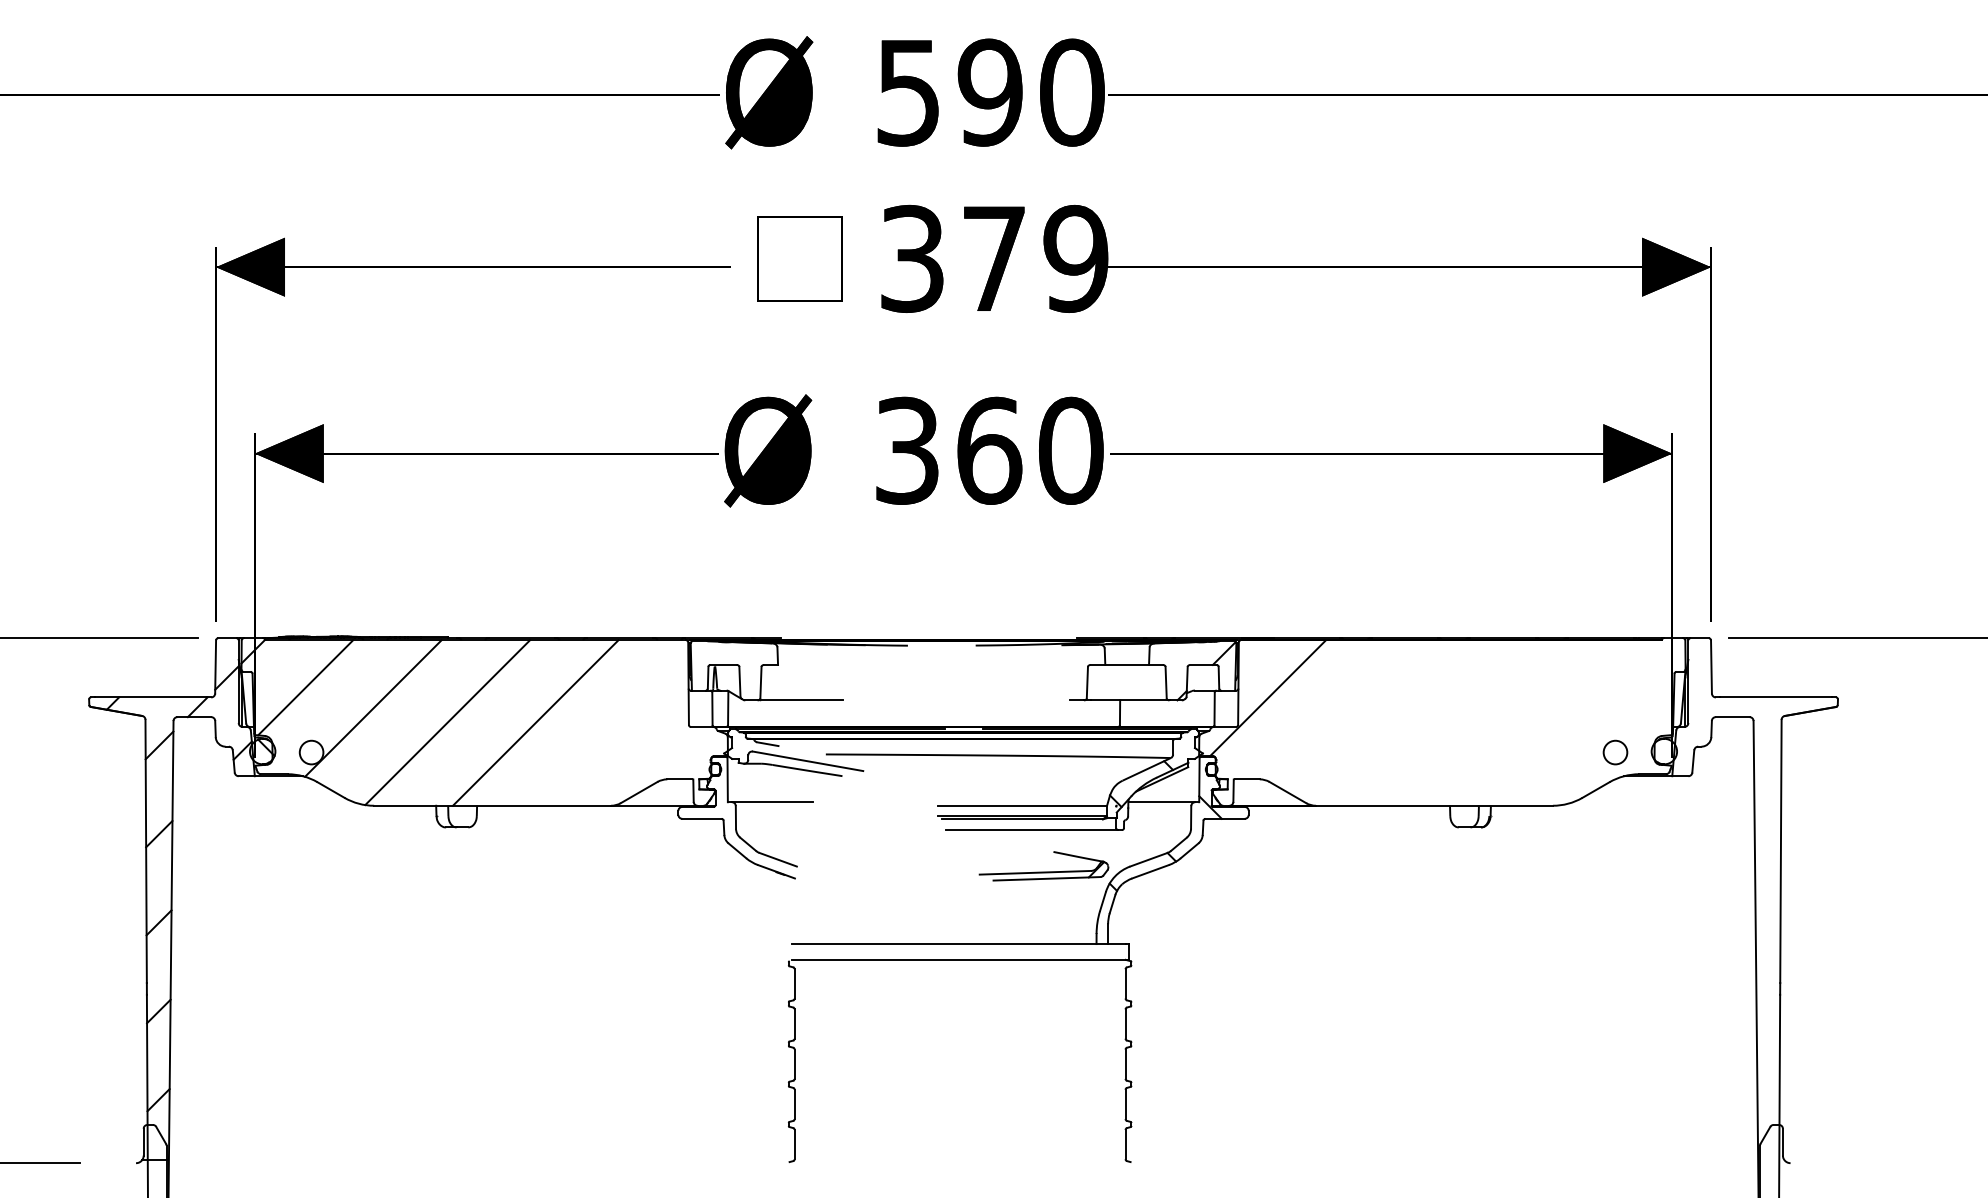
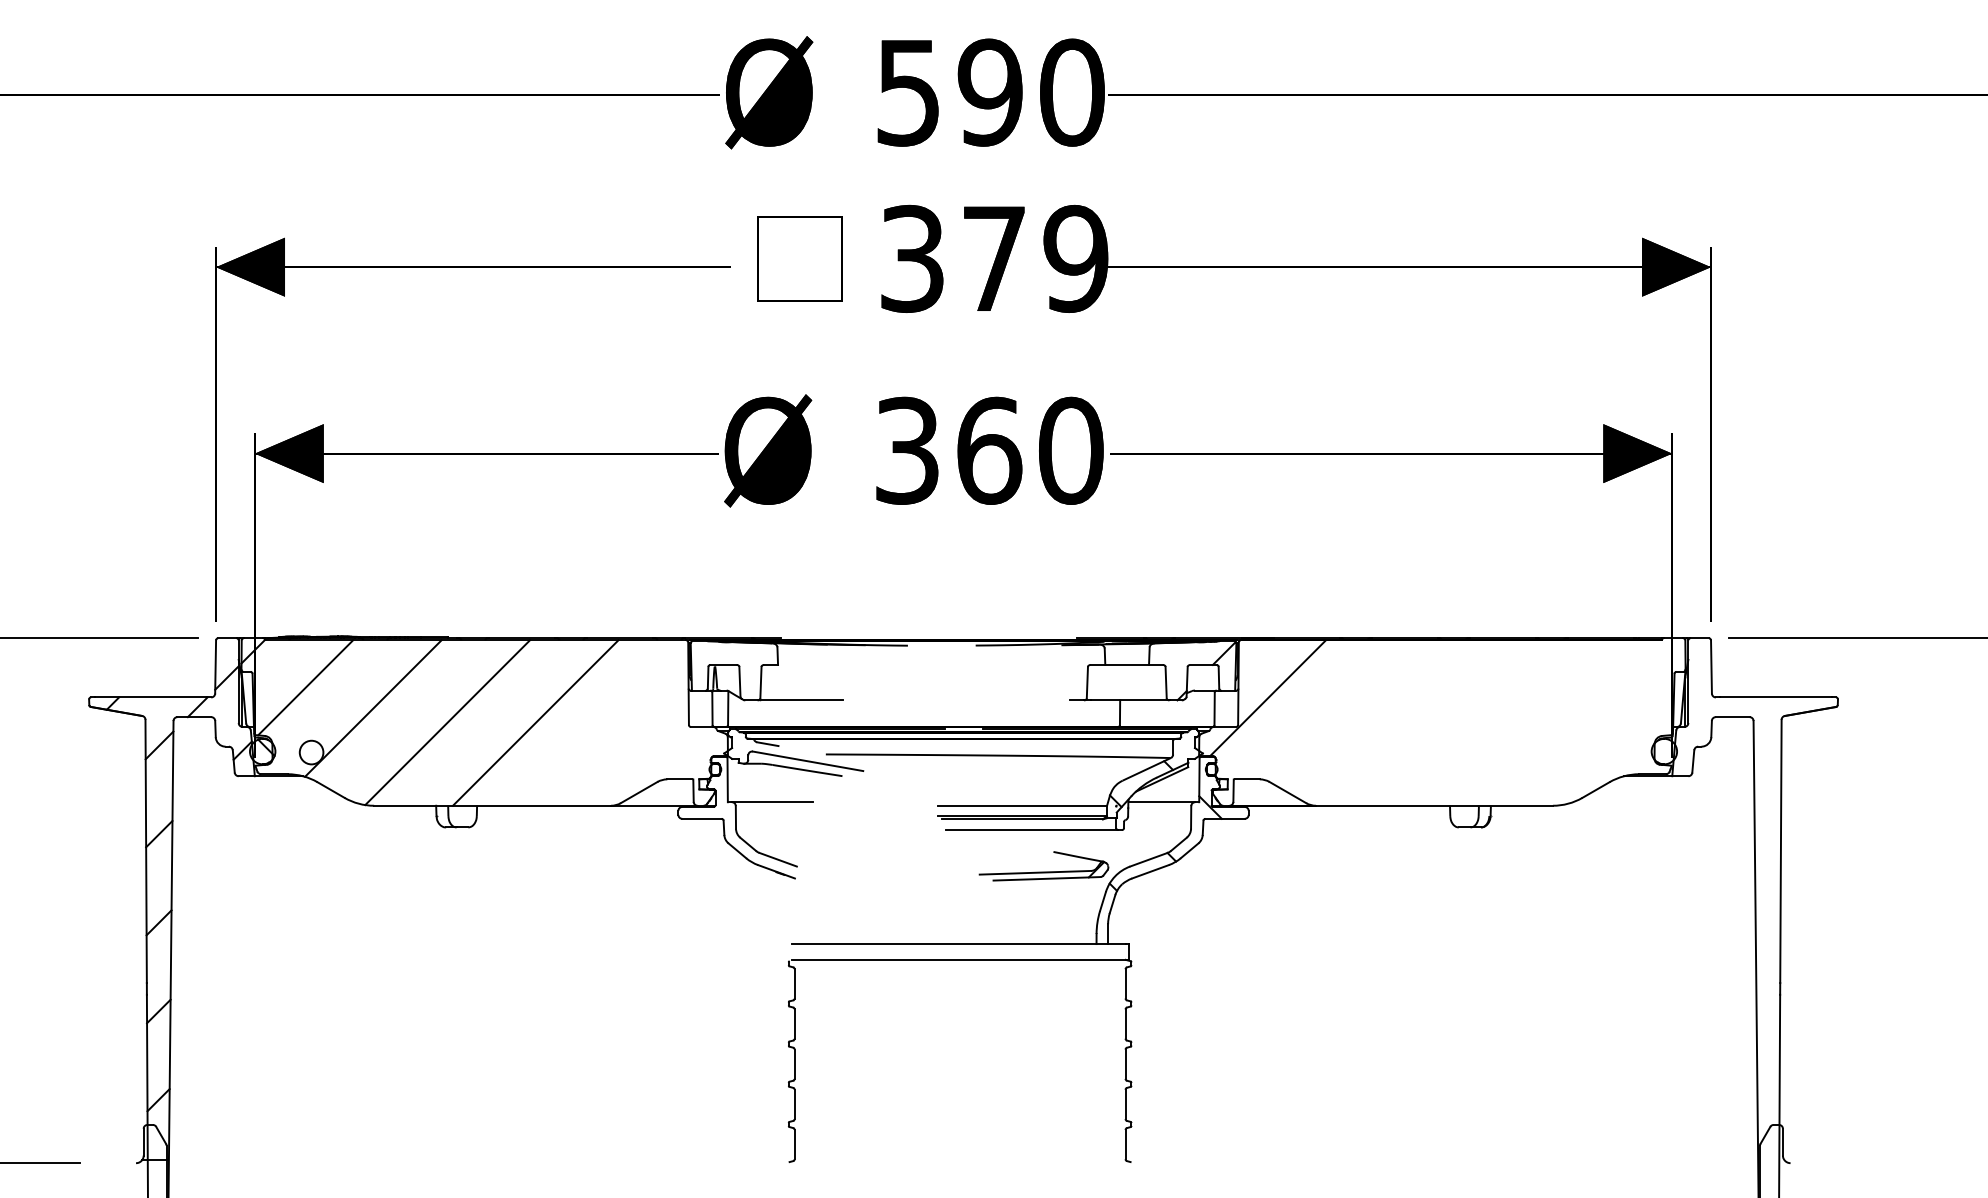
circle at (1615, 752): present -> none
